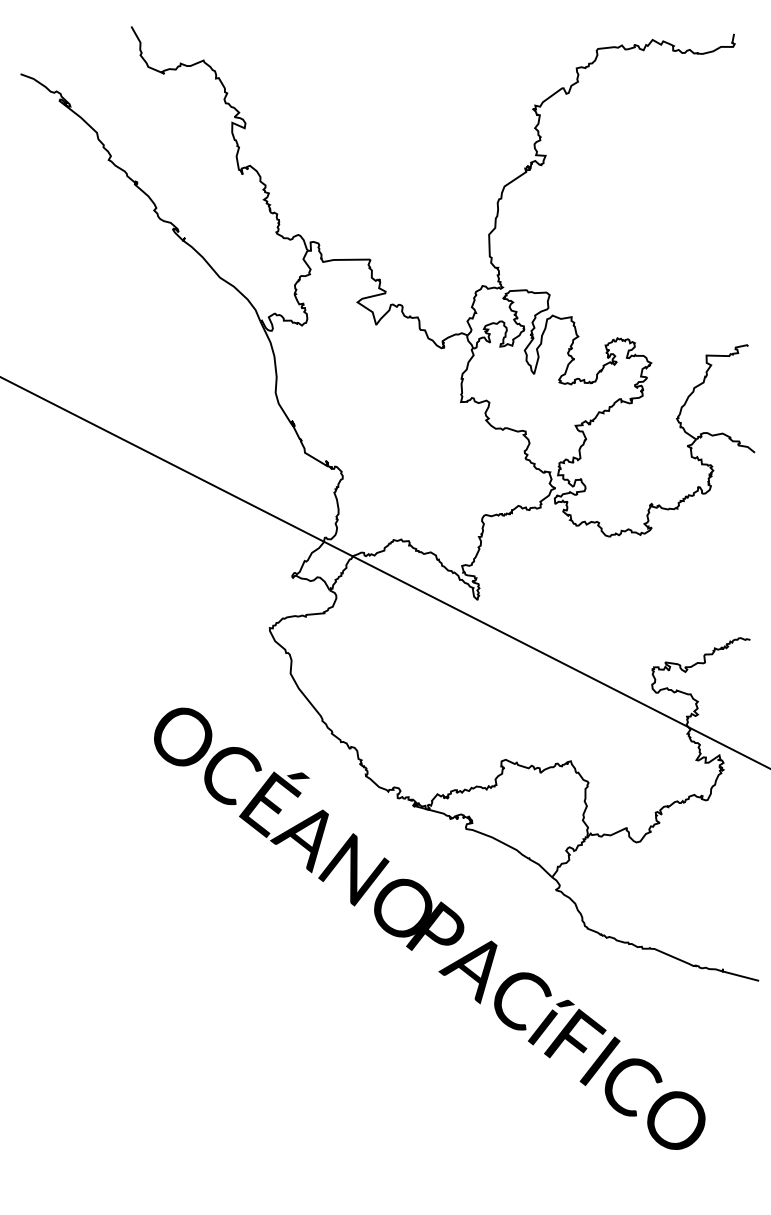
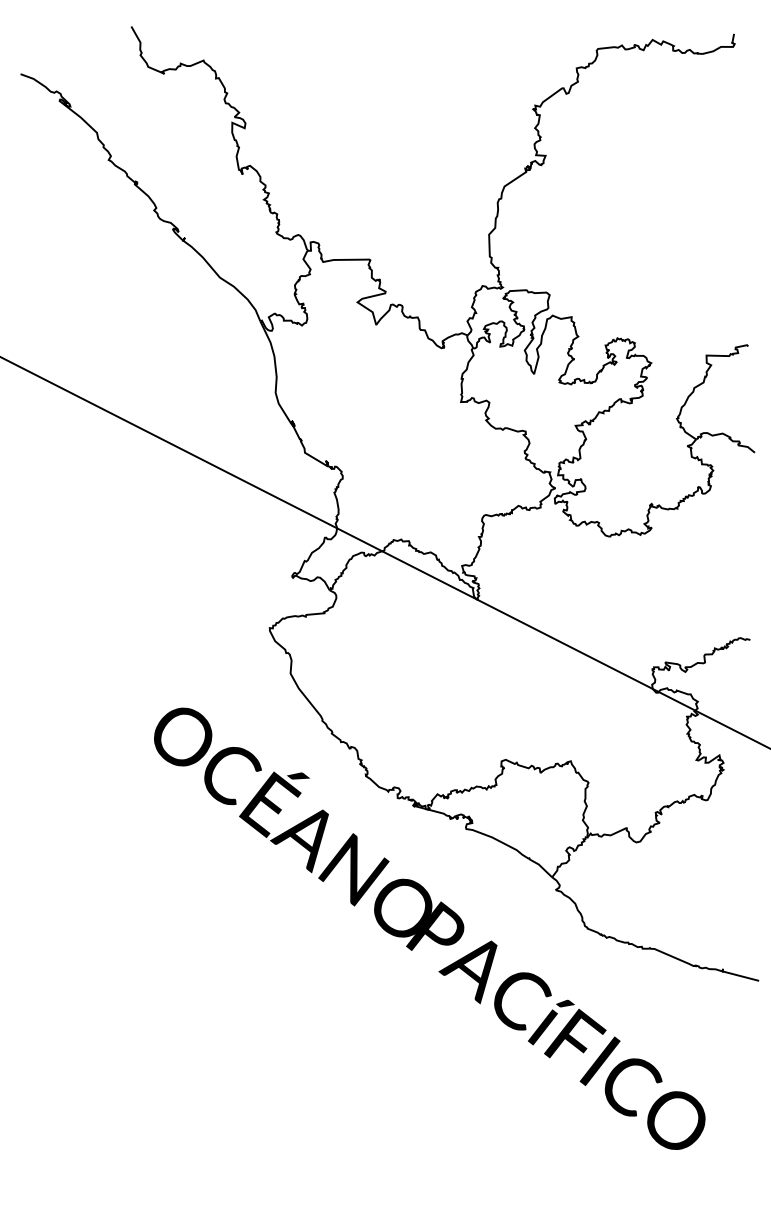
line at (384, 572) position: (384, 572) -> (384, 552)
